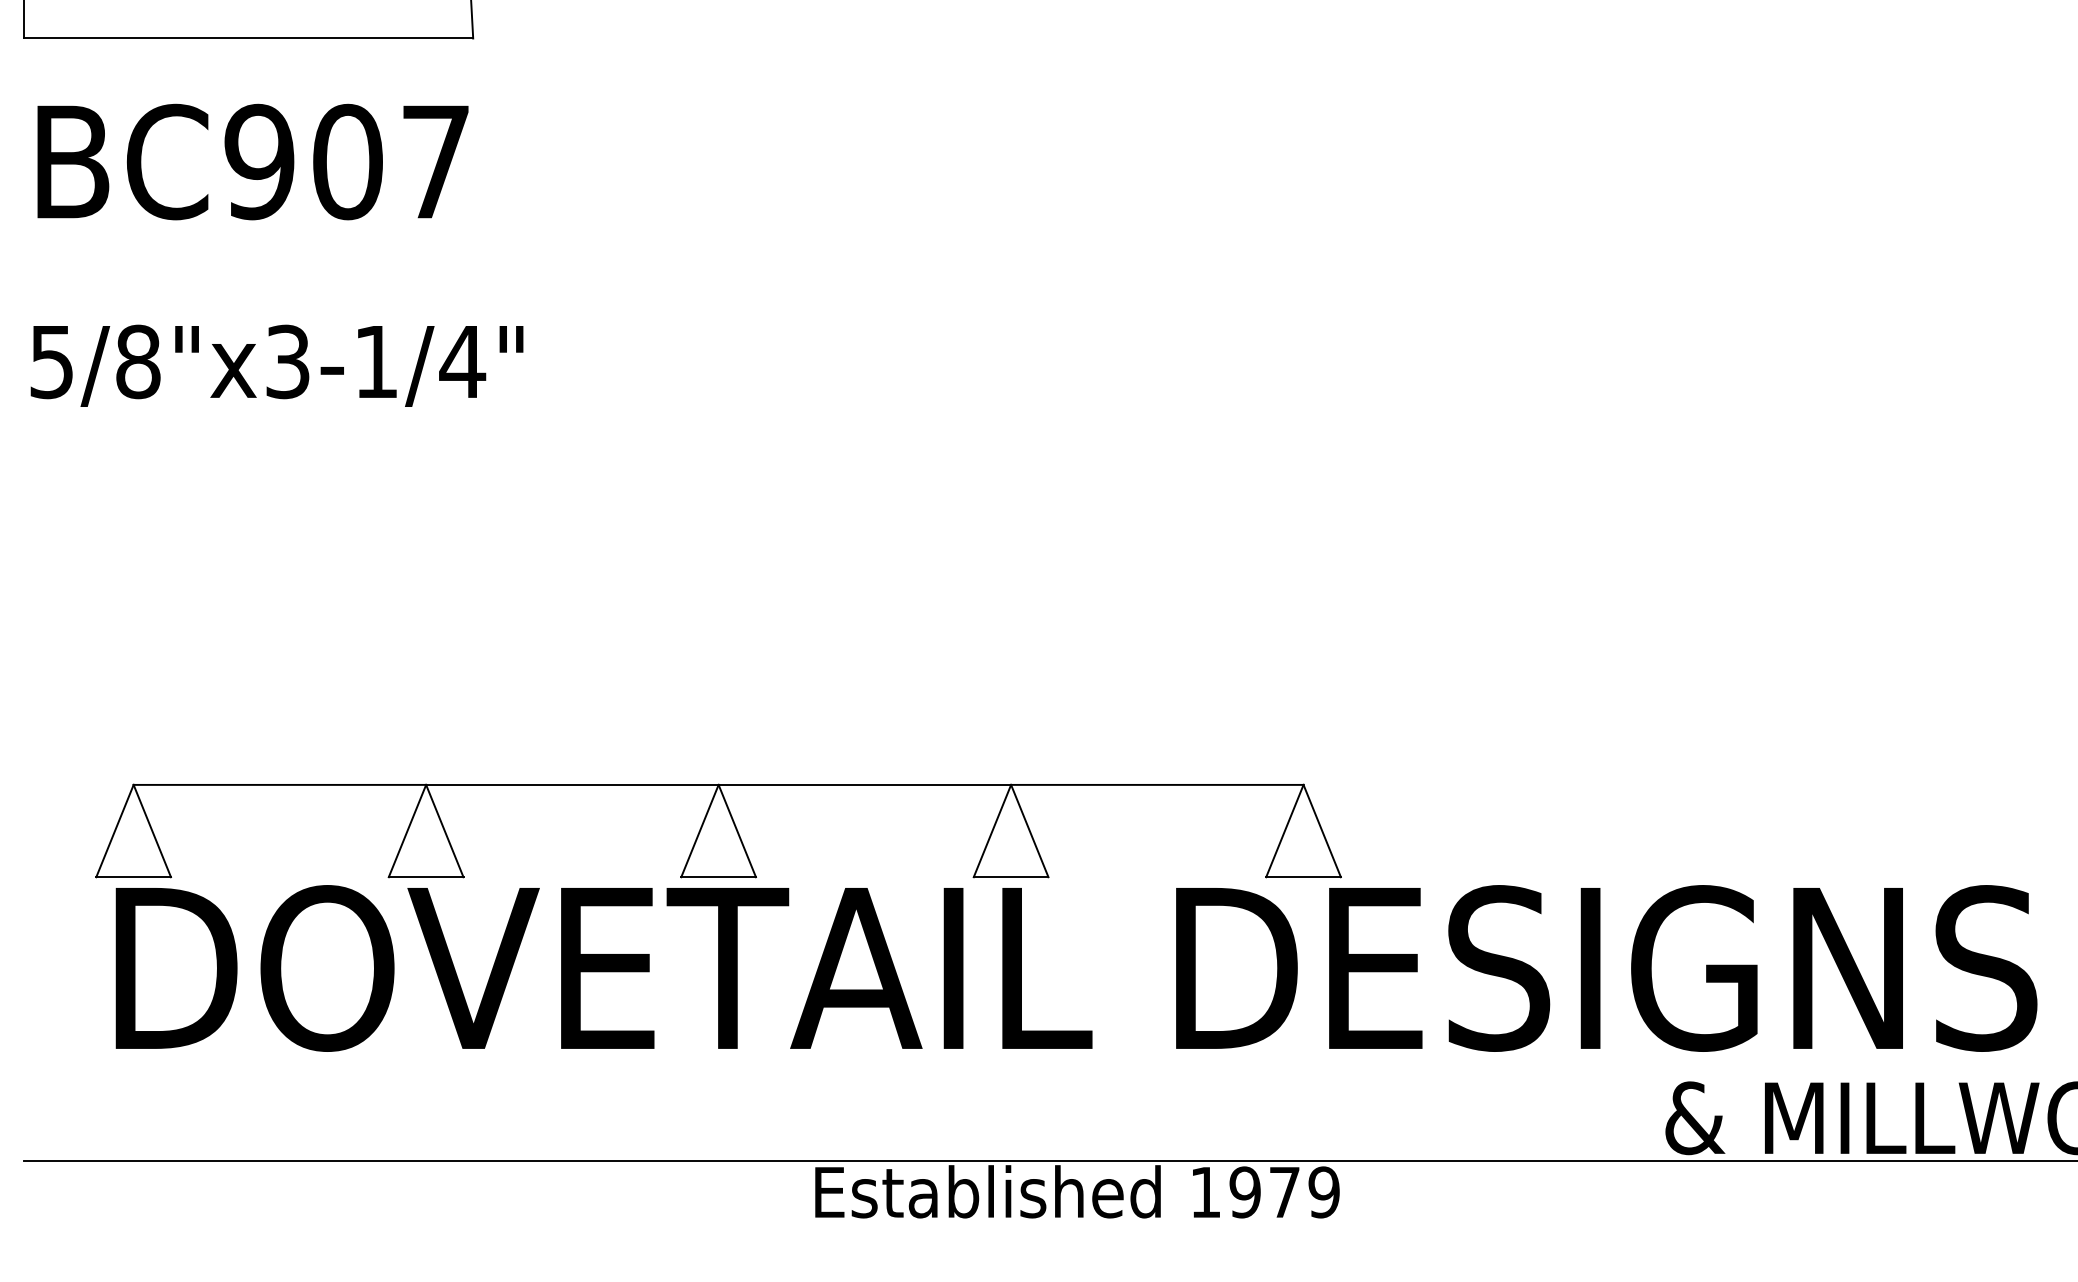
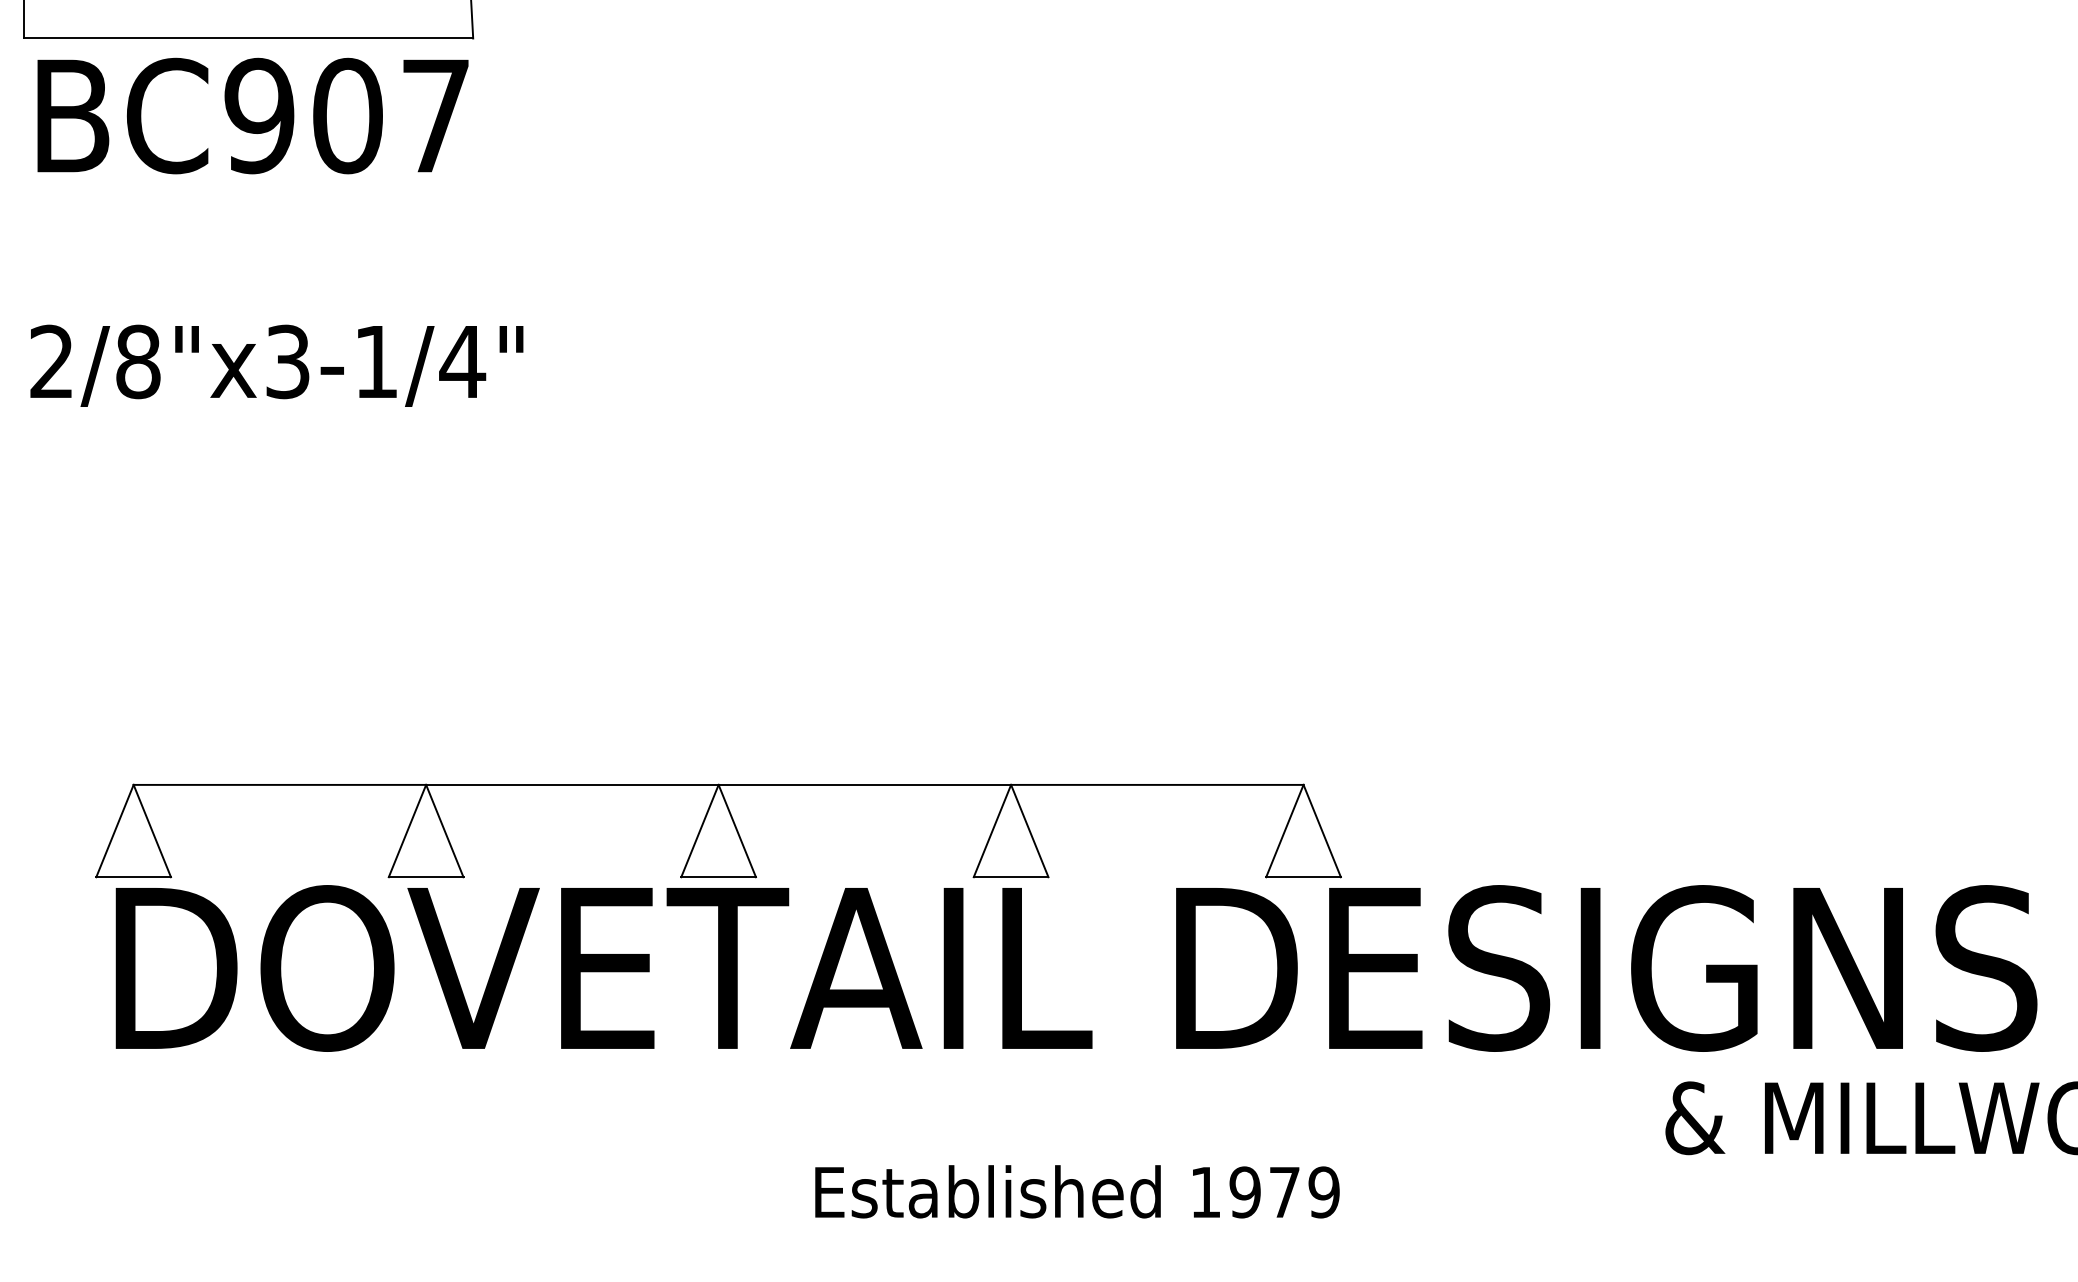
text at (252, 161) position: (252, 161) -> (252, 115)
text at (51, 361): 5/8"x3-1/4" -> 2/8"x3-1/4"
line at (1048, 1161): present -> none
